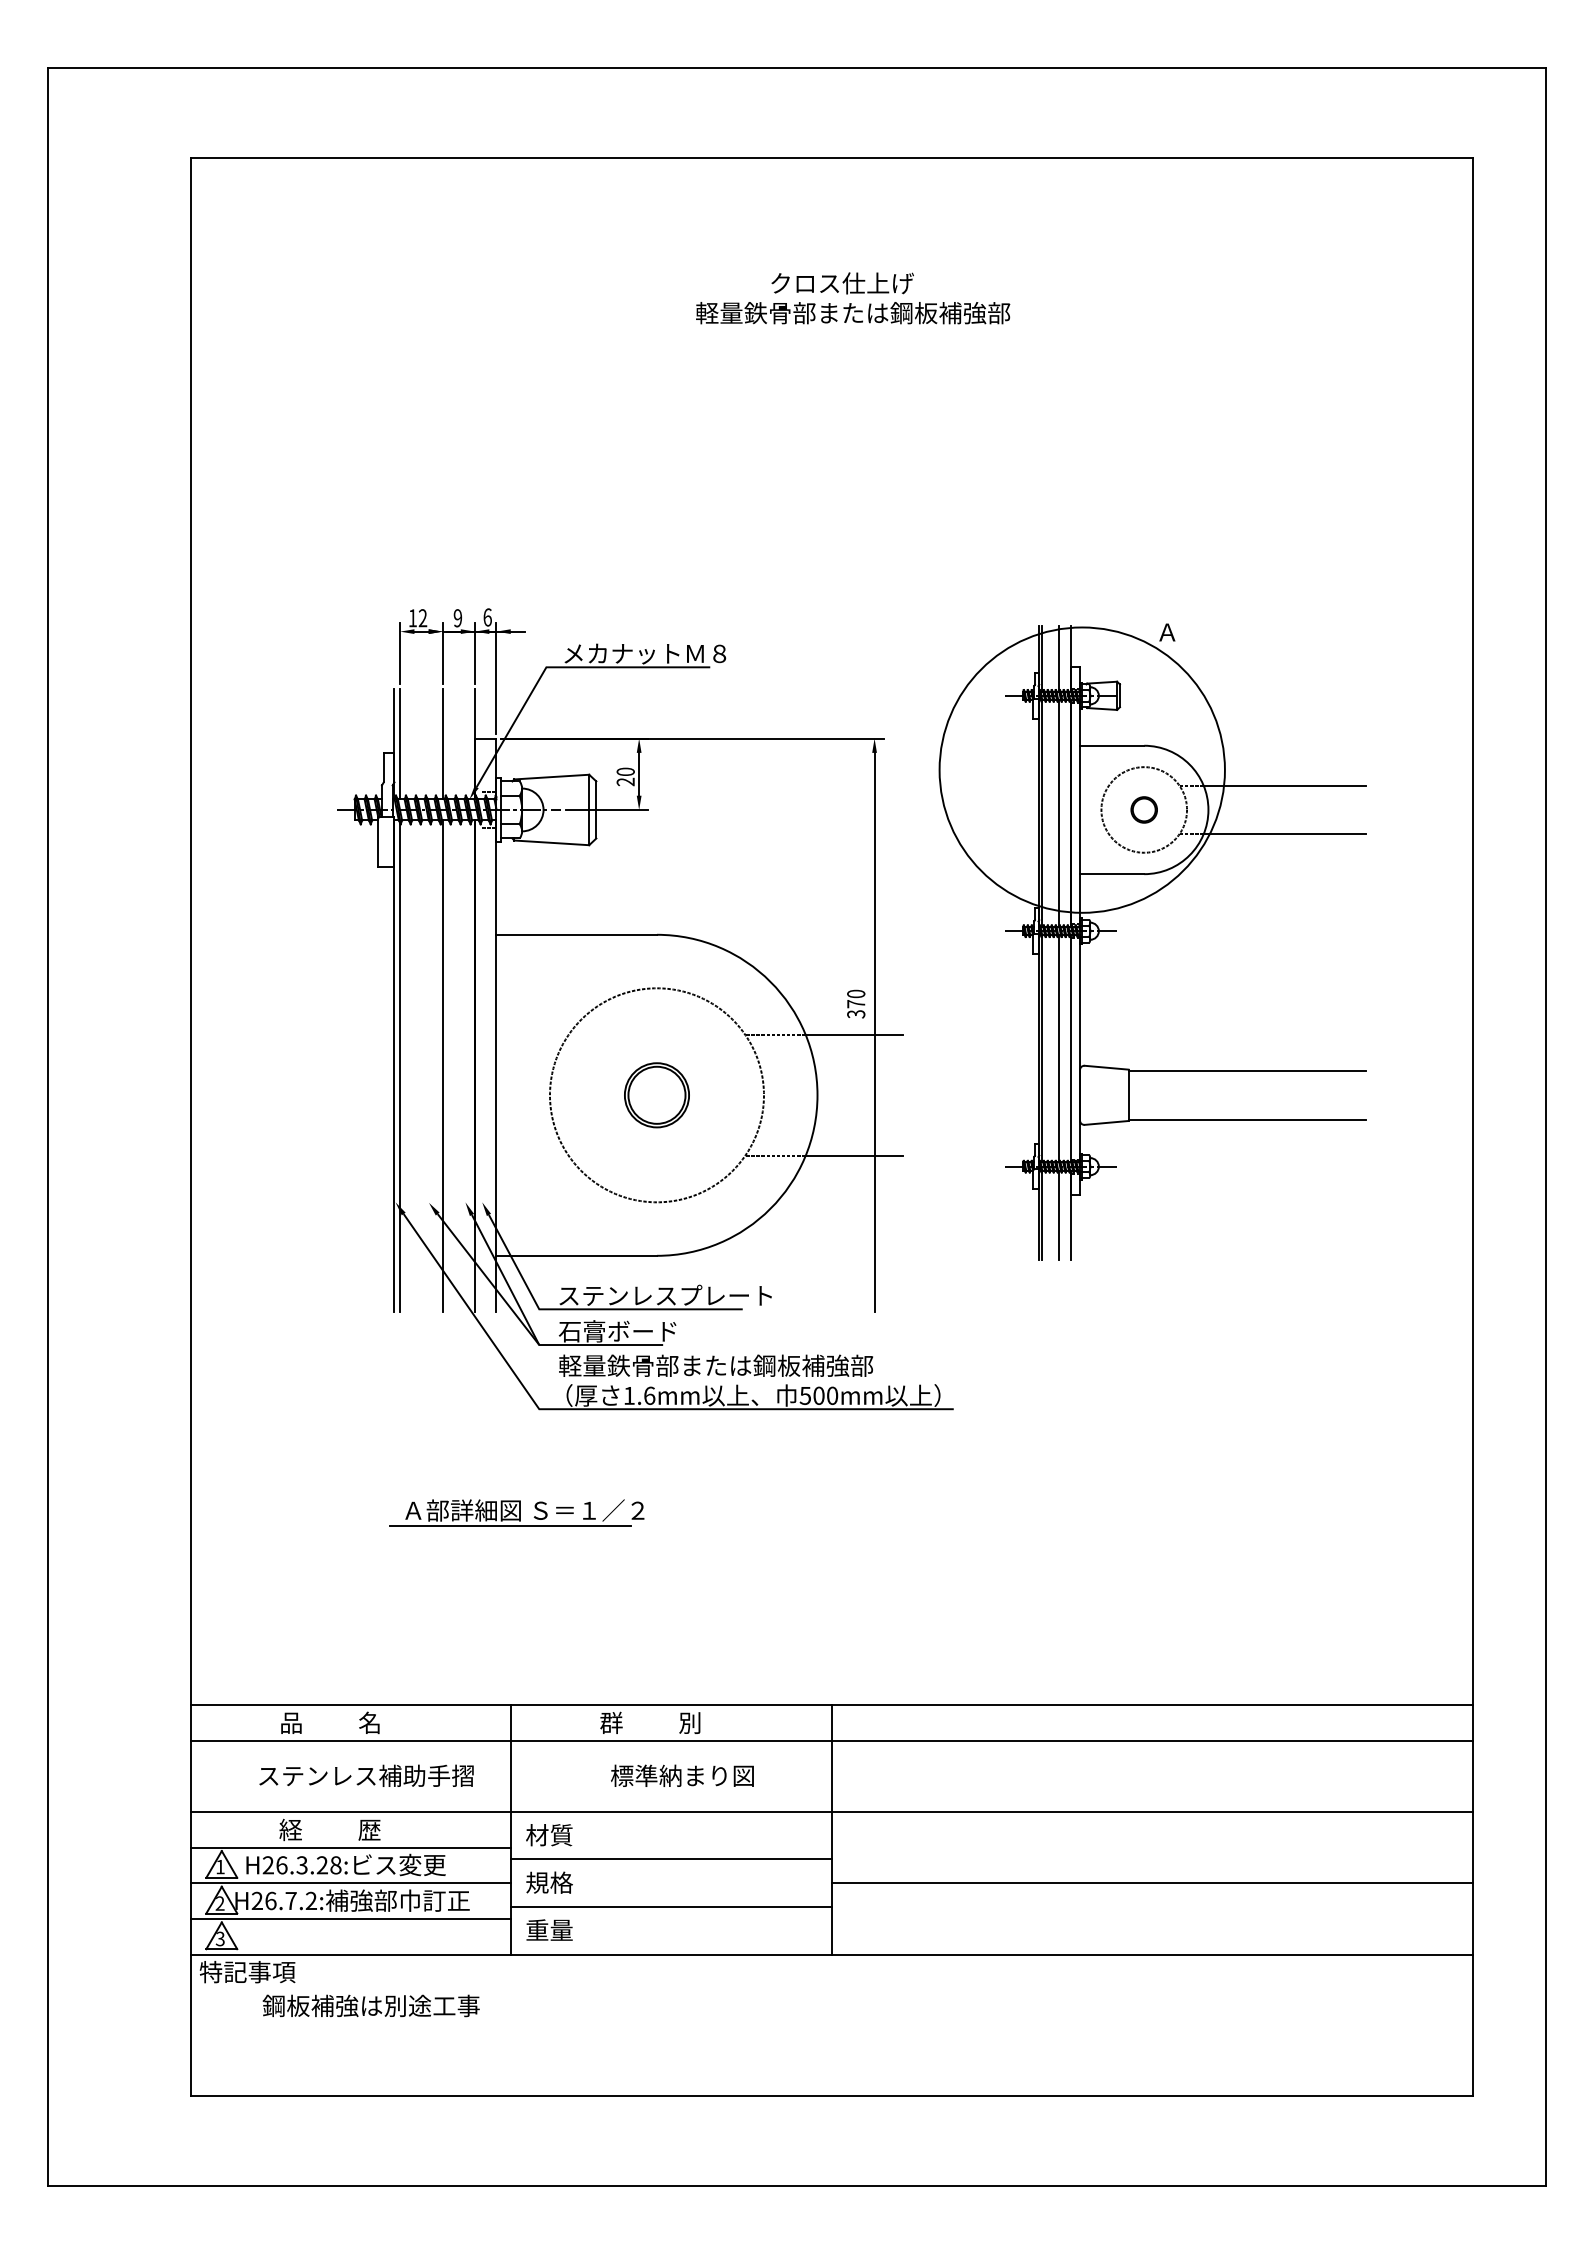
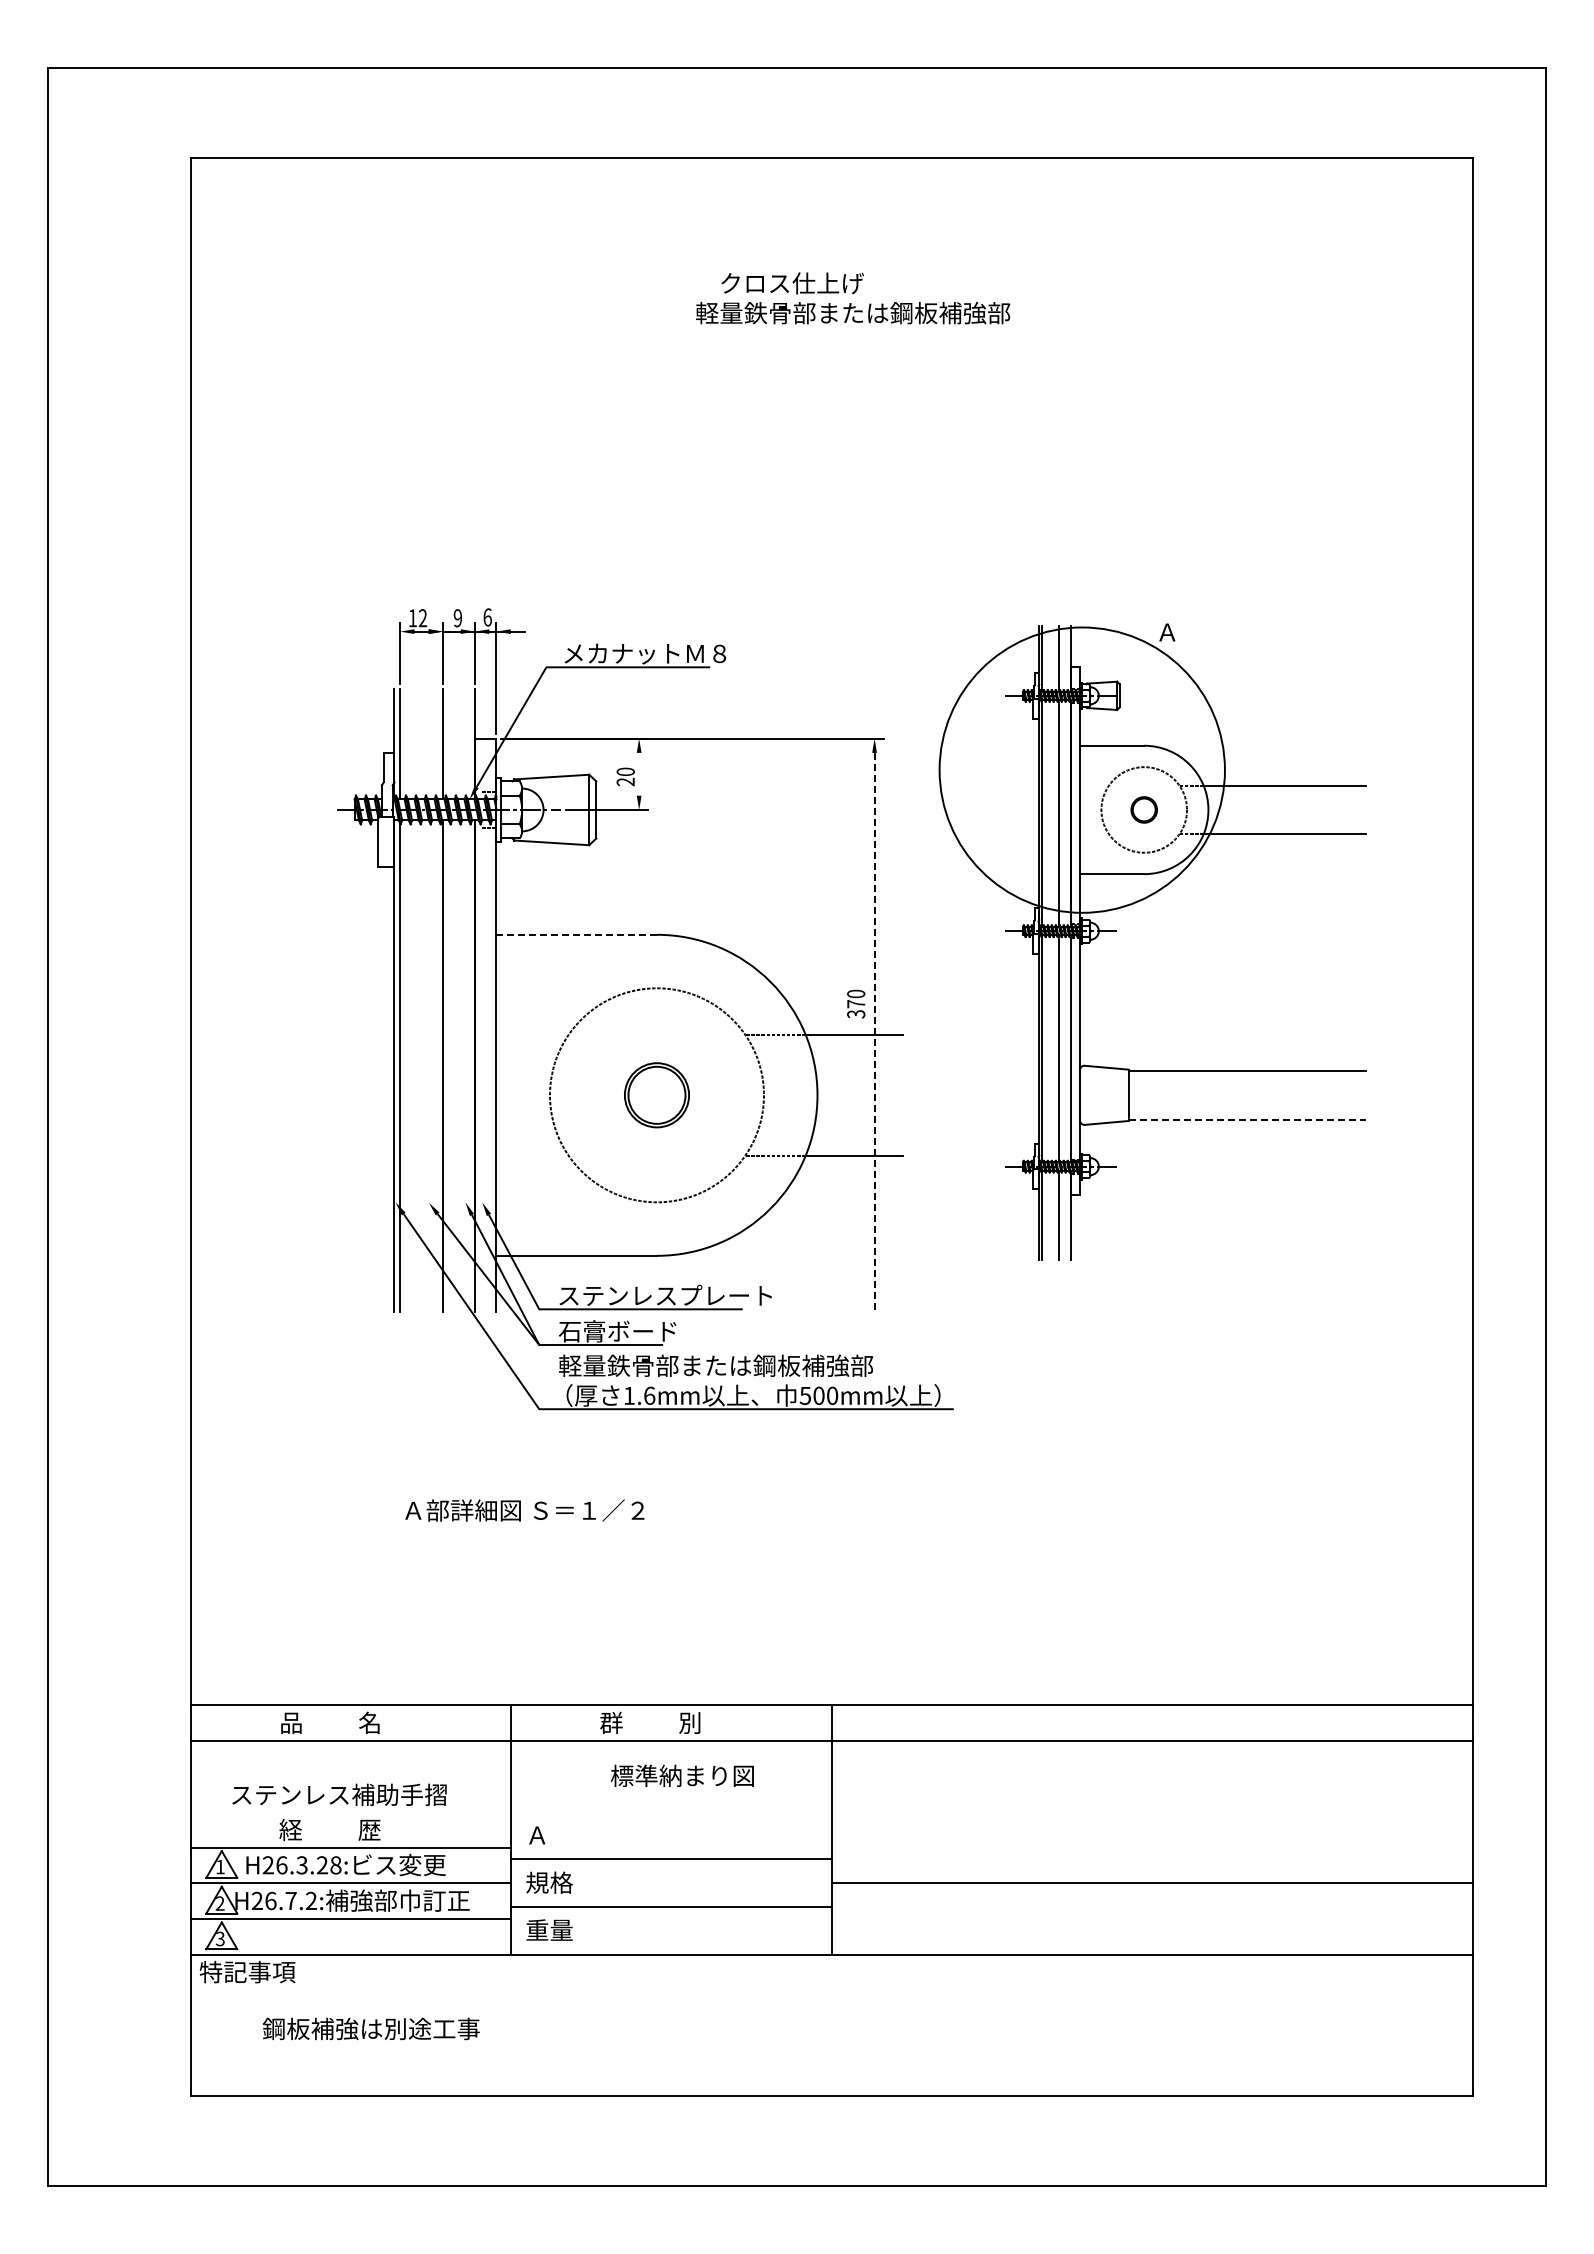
text at (842, 283) position: (842, 283) -> (792, 283)
line at (639, 773): present -> none
line at (576, 934): solid -> dashed
line at (874, 1032): solid -> dashed
line at (1247, 1119): solid -> dashed
line at (510, 1526): present -> none
text at (366, 1775) position: (366, 1775) -> (339, 1794)
line at (831, 1811): present -> none
text at (549, 1835): 材質 -> Ａ
text at (370, 2005) position: (370, 2005) -> (370, 2028)
